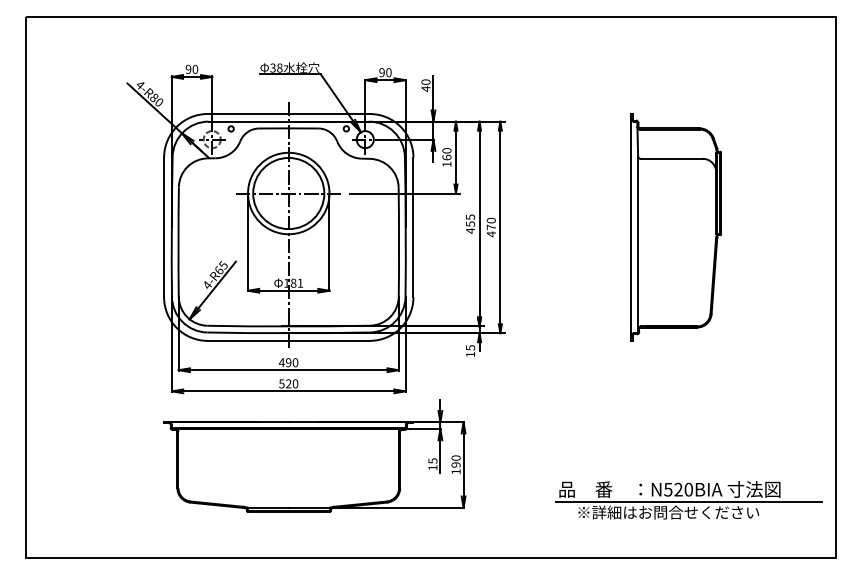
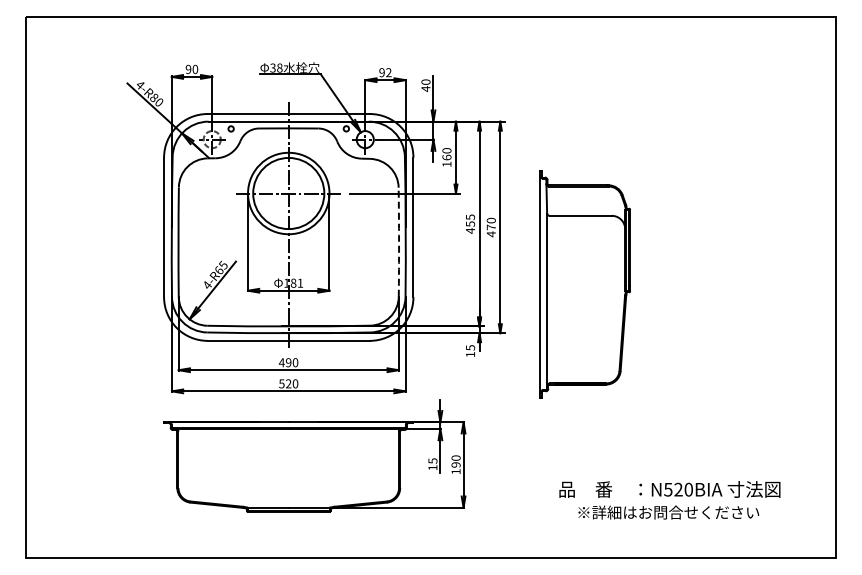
text at (388, 72): 90 -> 92
part at (675, 227) position: (675, 227) -> (584, 284)
arc at (399, 242): solid -> dashed
line at (688, 501): present -> none
